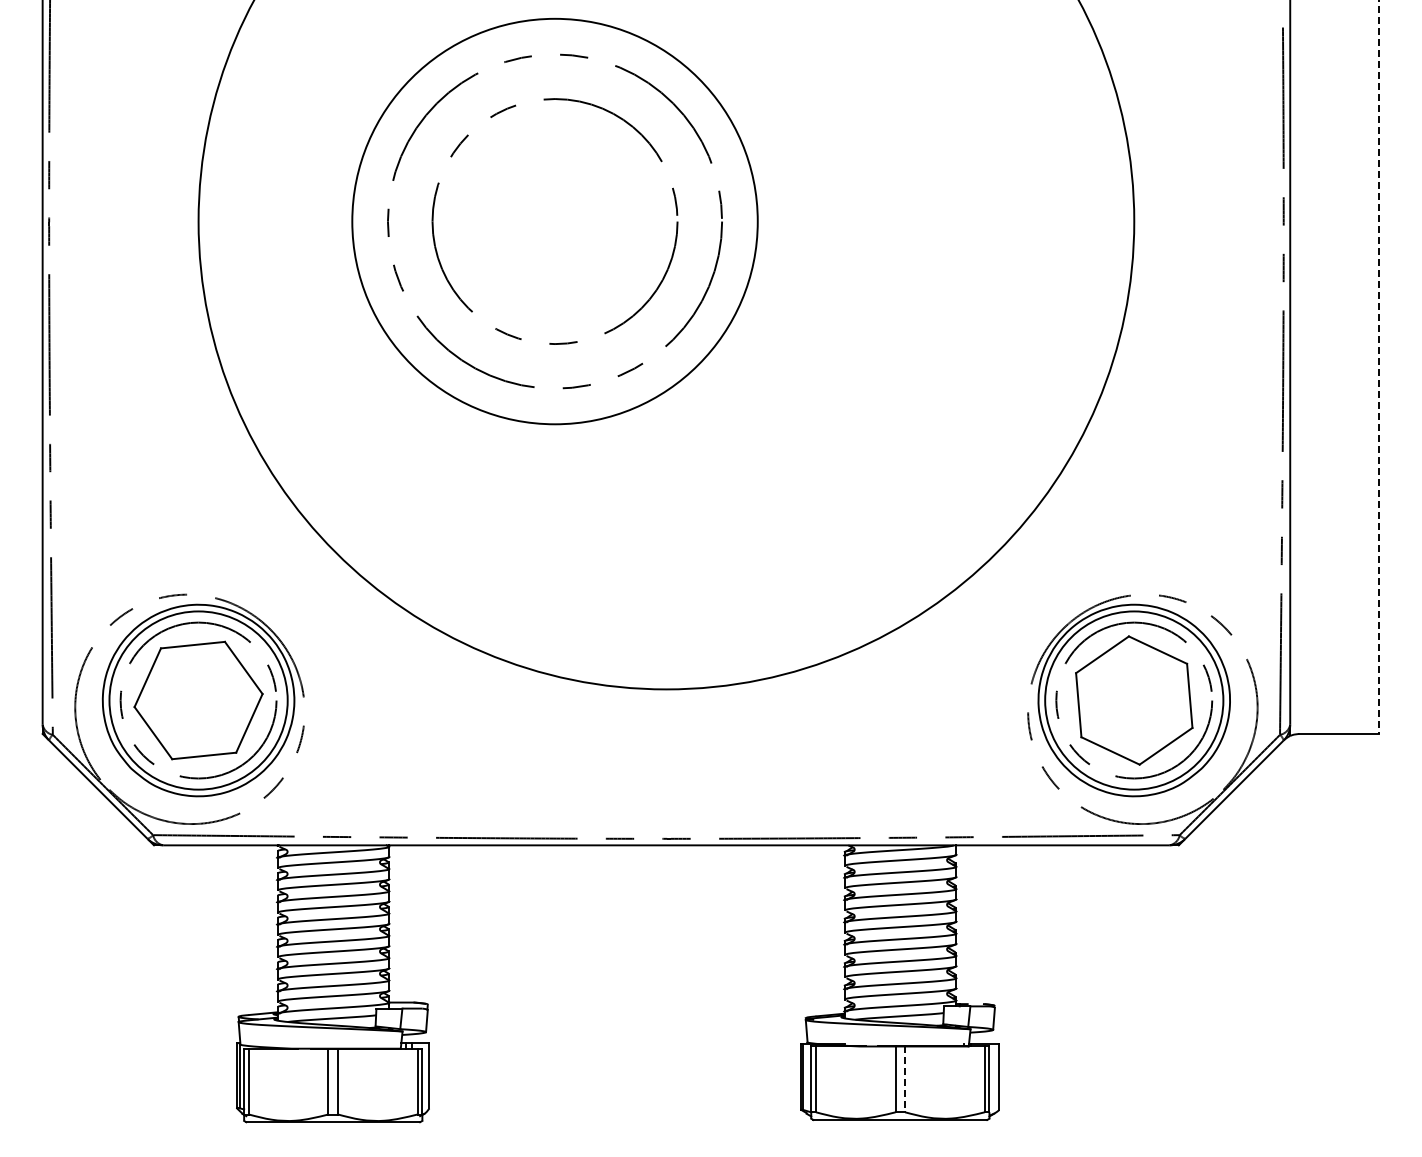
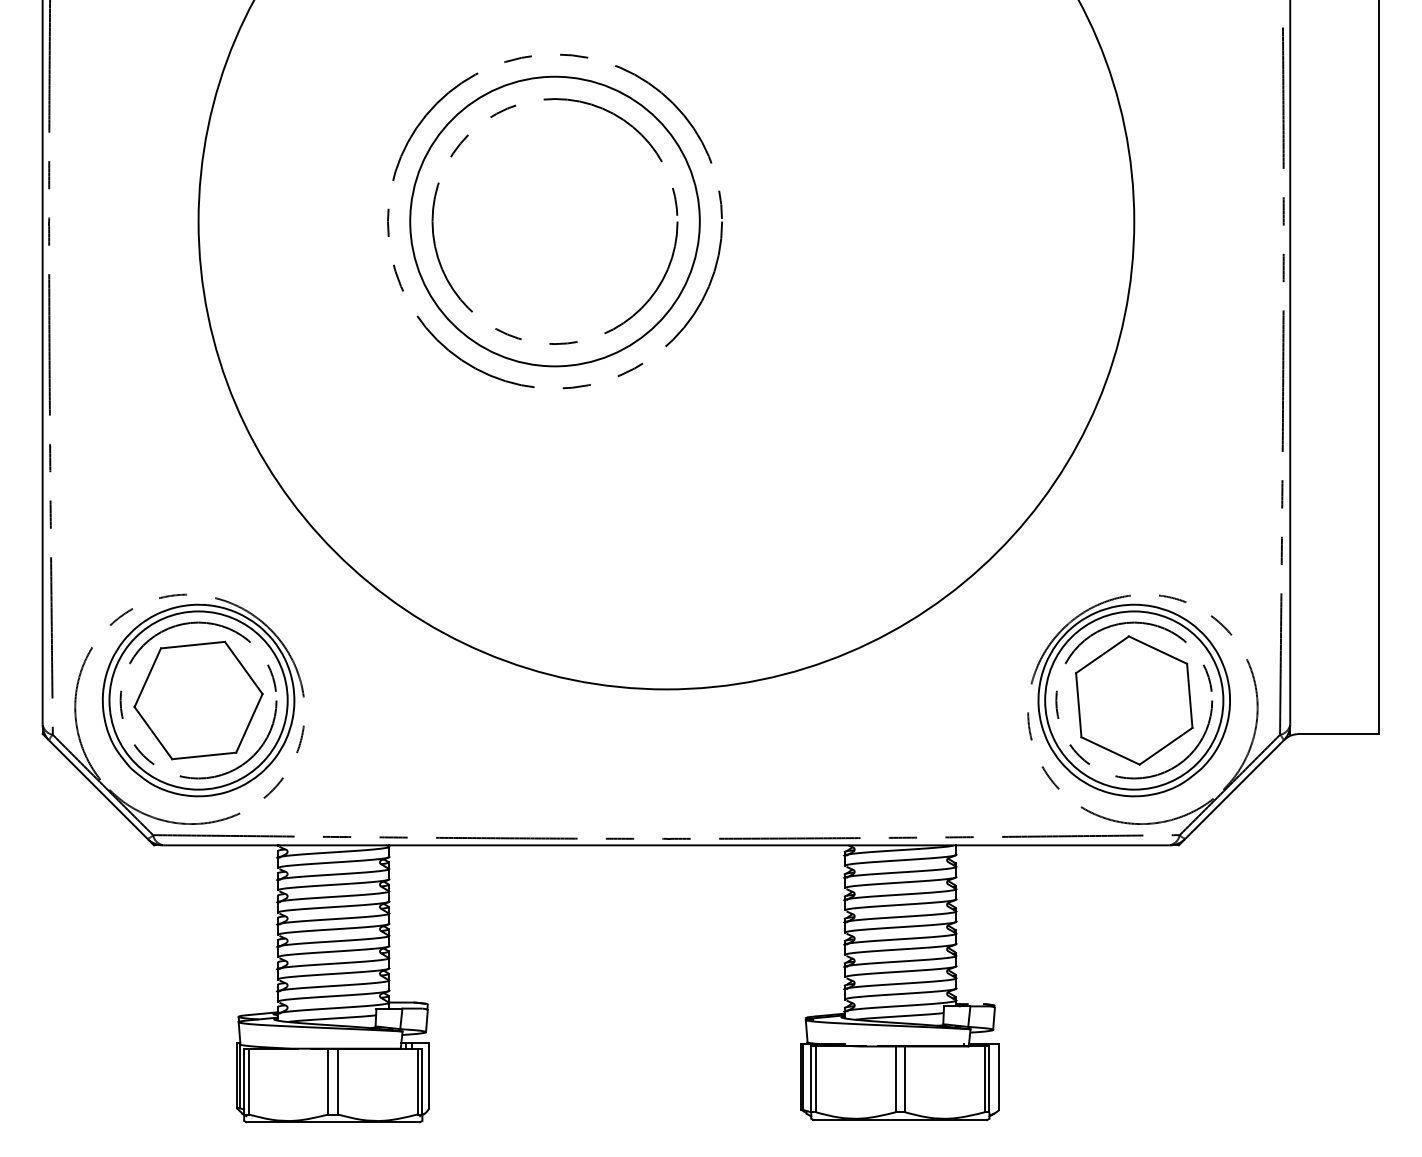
circle at (554, 221) diameter: 405 px -> 290 px
line at (1379, 367): dashed -> solid
line at (905, 1079): dashed -> solid
